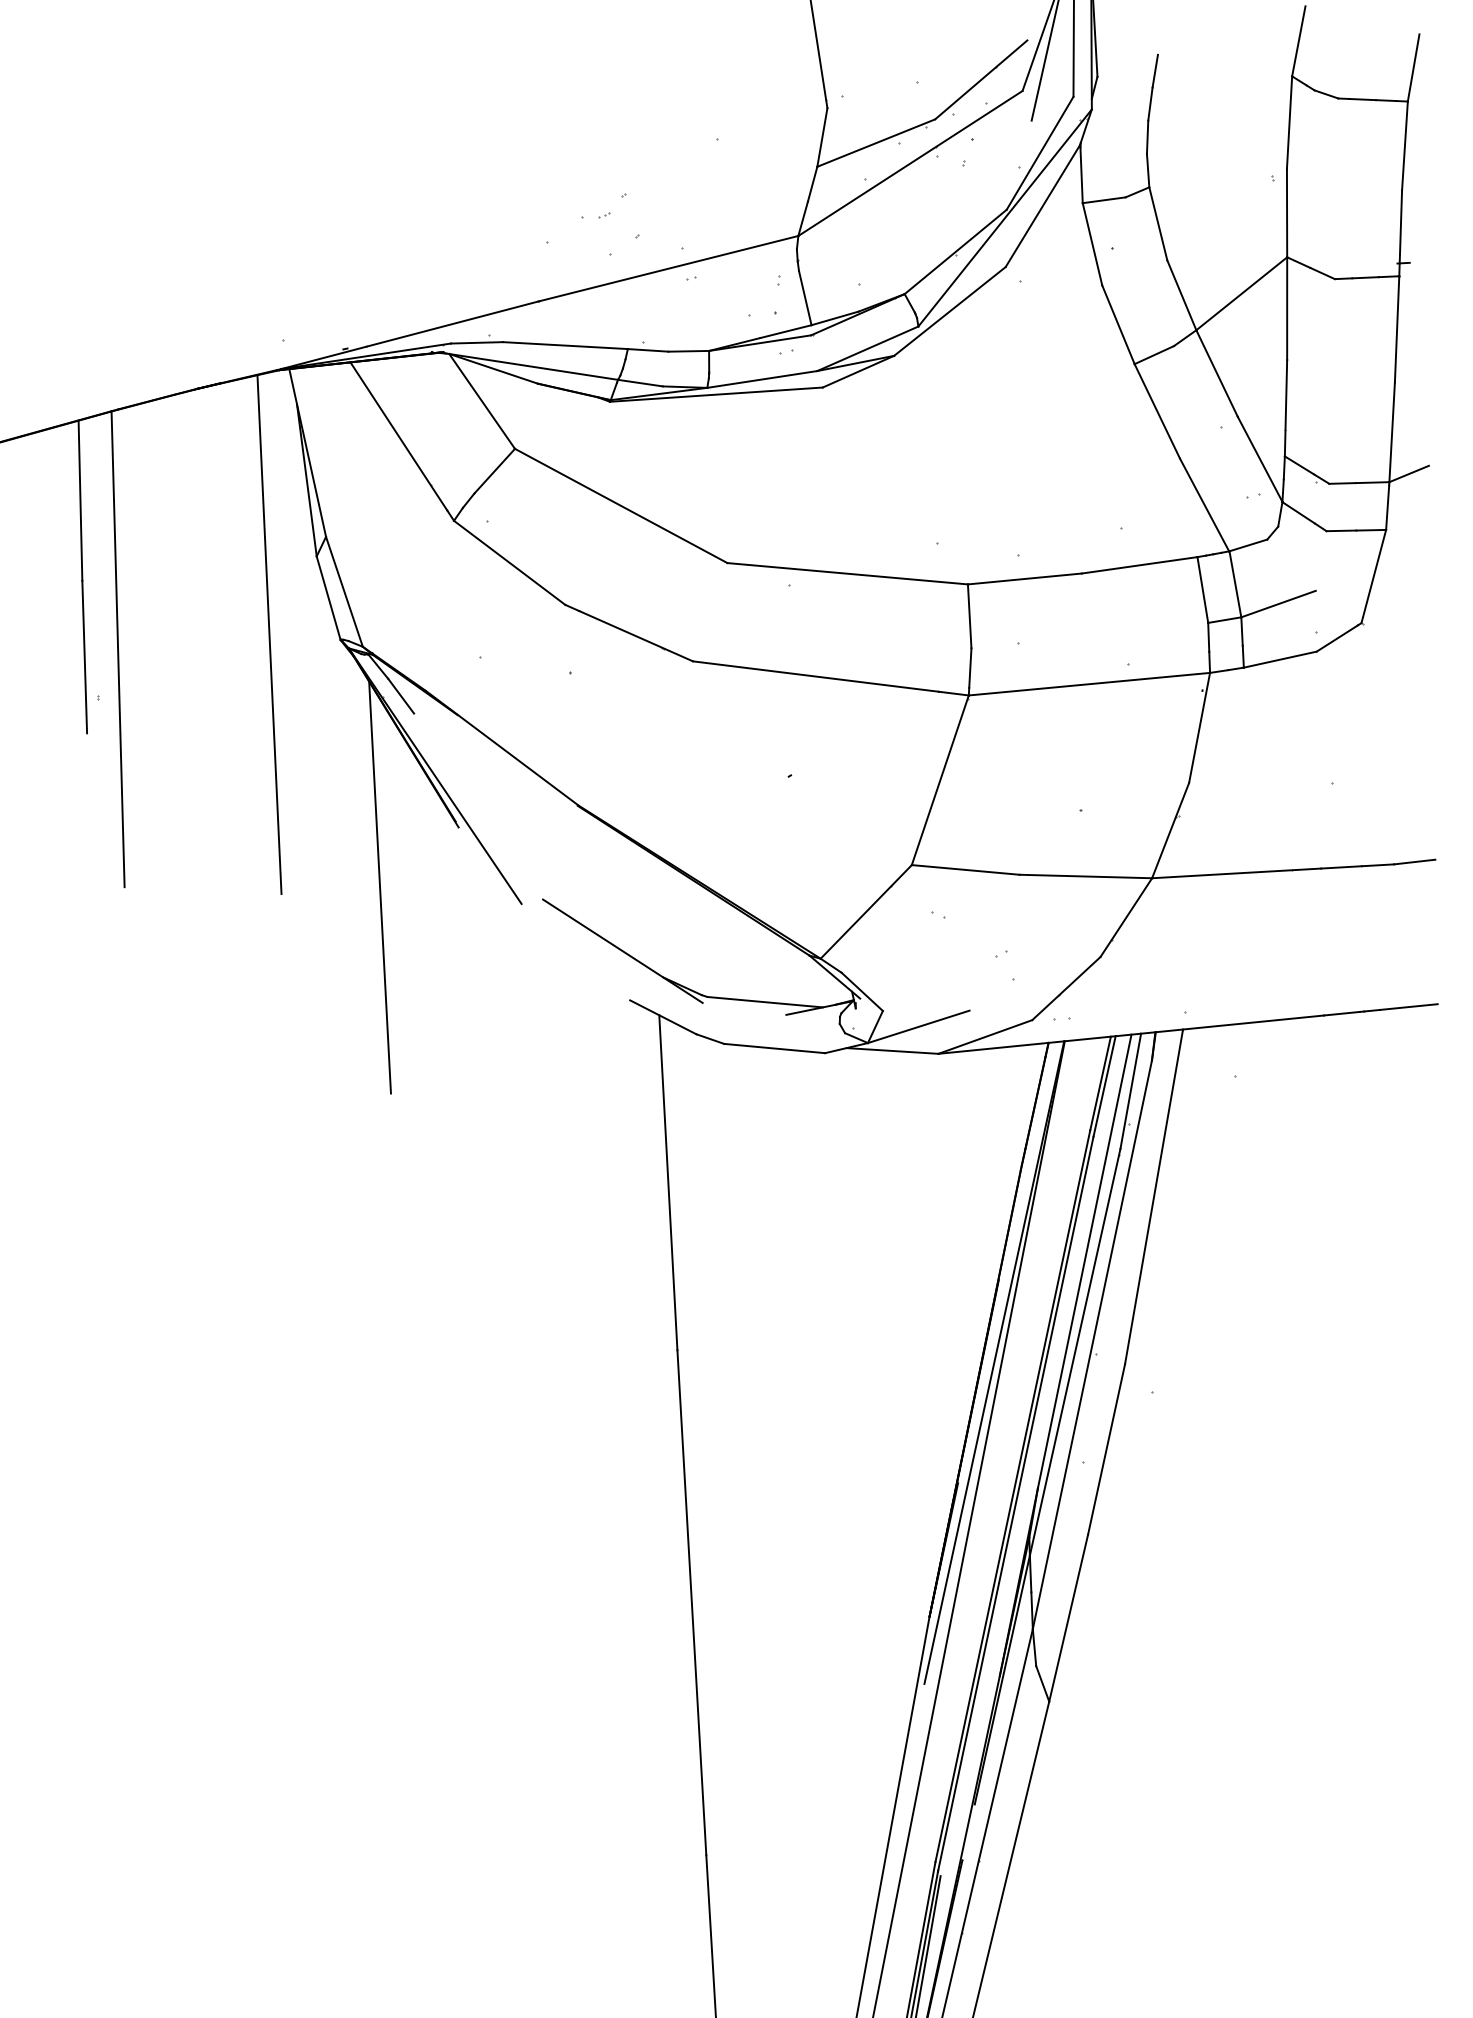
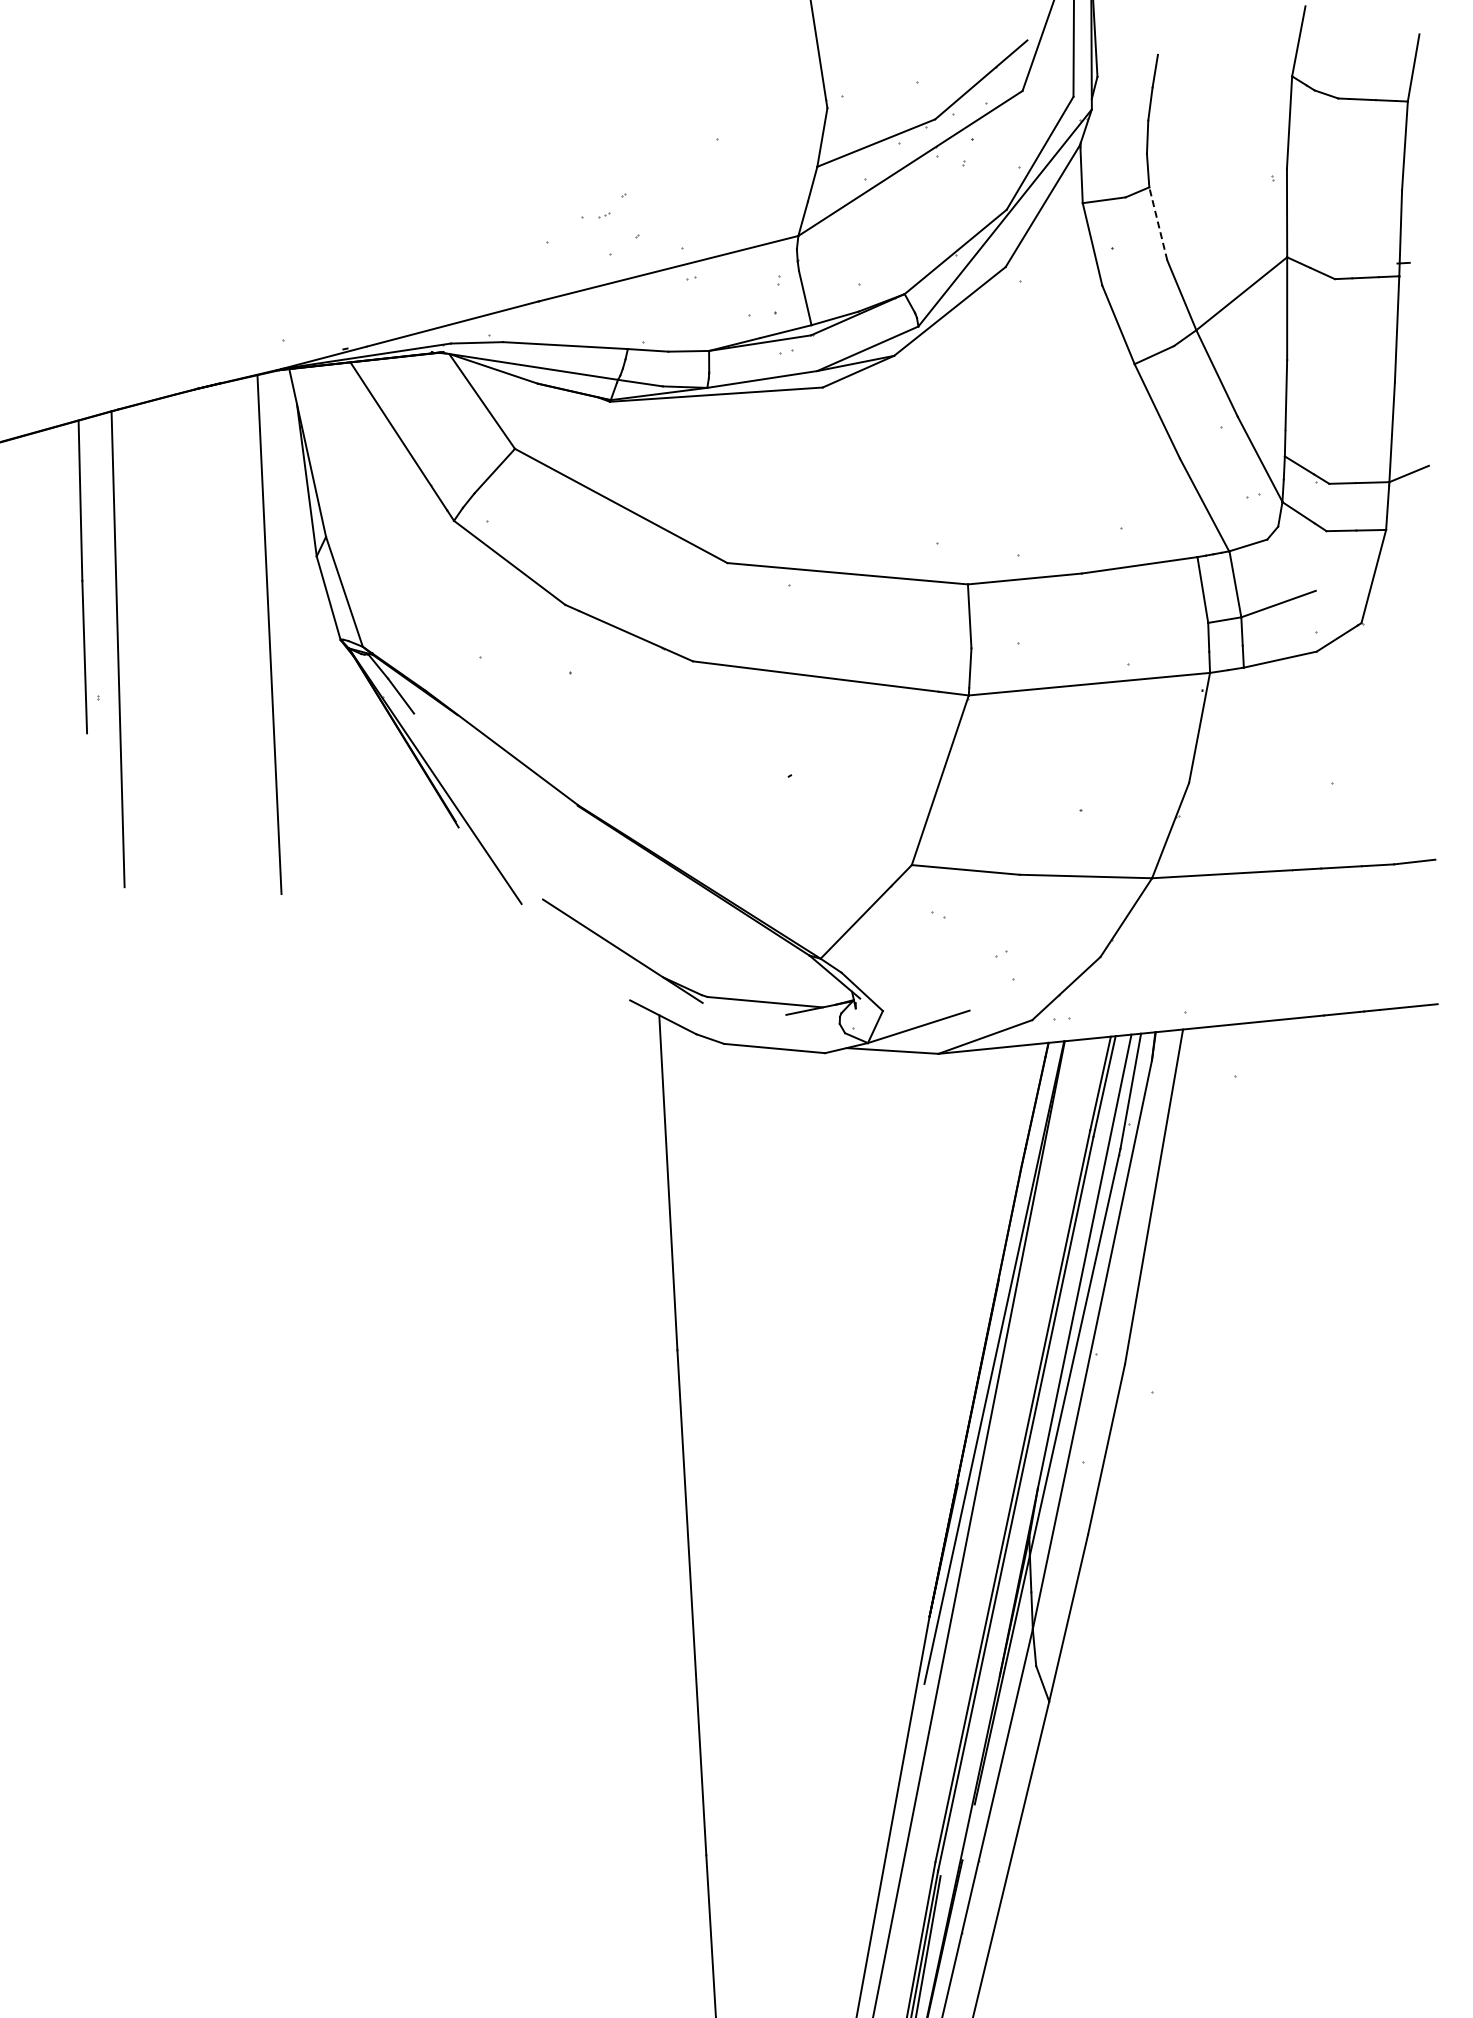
line at (1044, 61): present -> none
line at (1158, 223): solid -> dashed
line at (379, 887): present -> none
